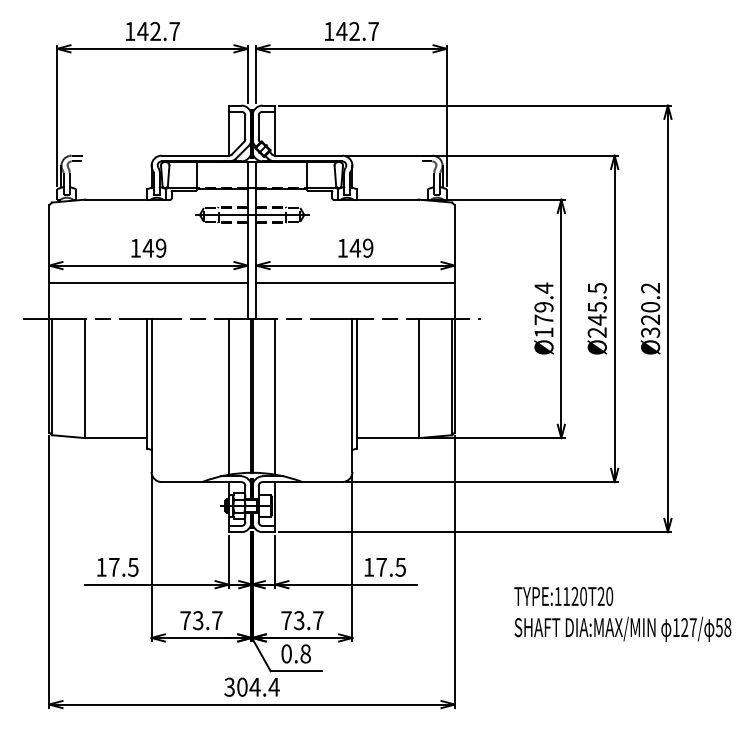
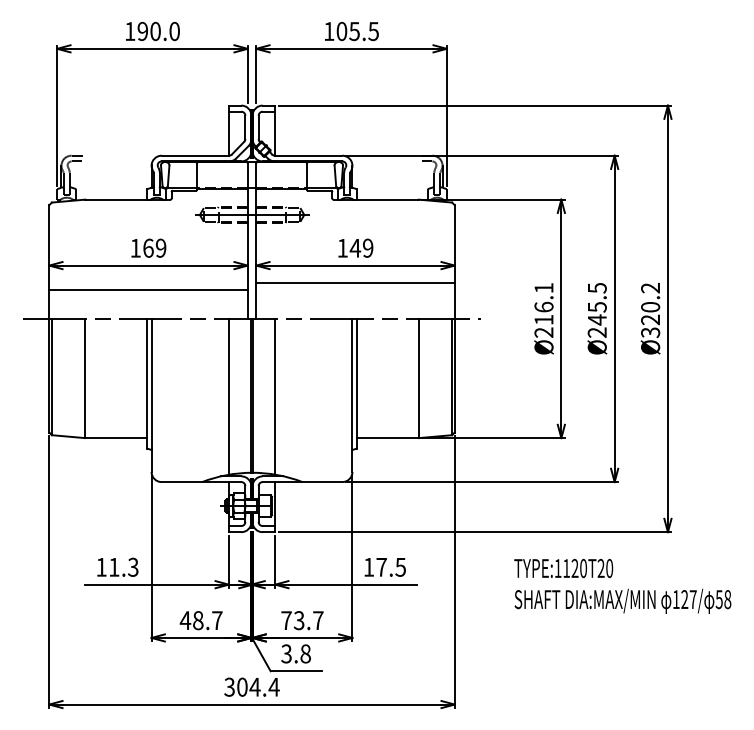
text at (158, 31): 142.7 -> 190.0
text at (357, 31): 142.7 -> 105.5
text at (148, 247): 149 -> 169
line at (148, 282) position: (148, 282) -> (148, 289)
text at (543, 309): Ø179.4 -> Ø216.1
text at (123, 566): 17.5 -> 11.3
text at (622, 614) position: (622, 614) -> (622, 586)
text at (191, 620): 73.7 -> 48.7
text at (286, 653): 0.8 -> 3.8
